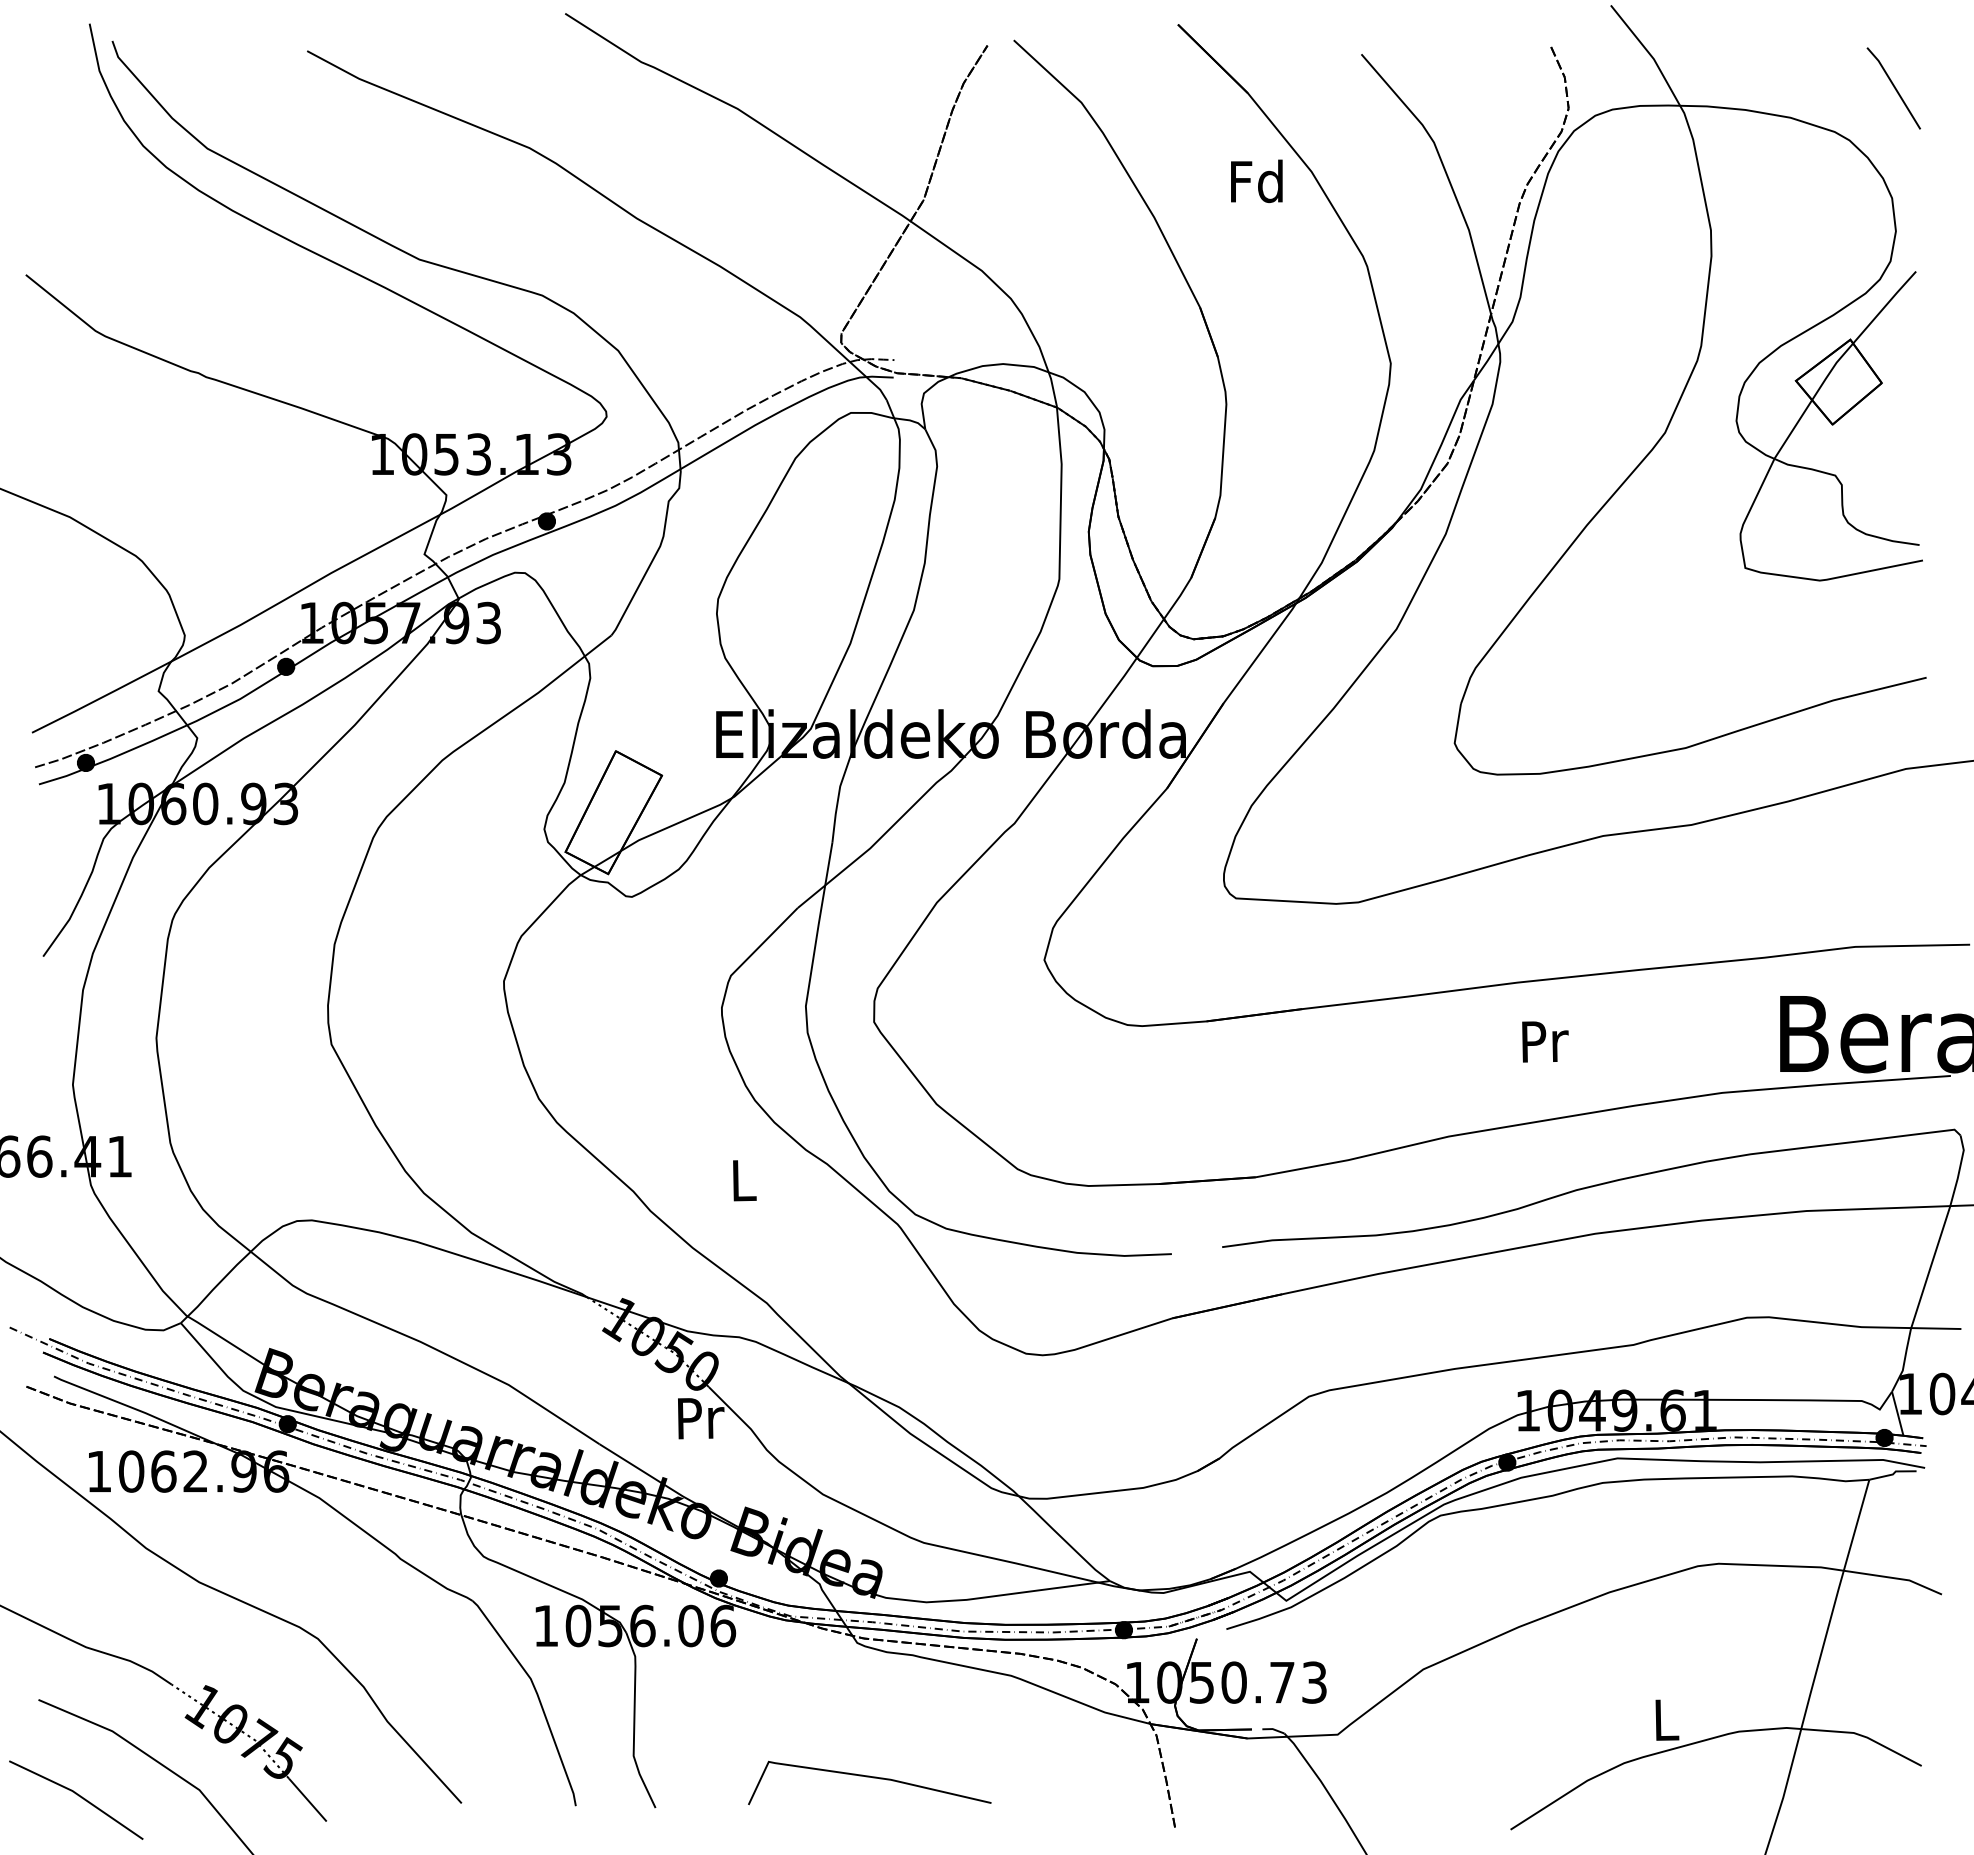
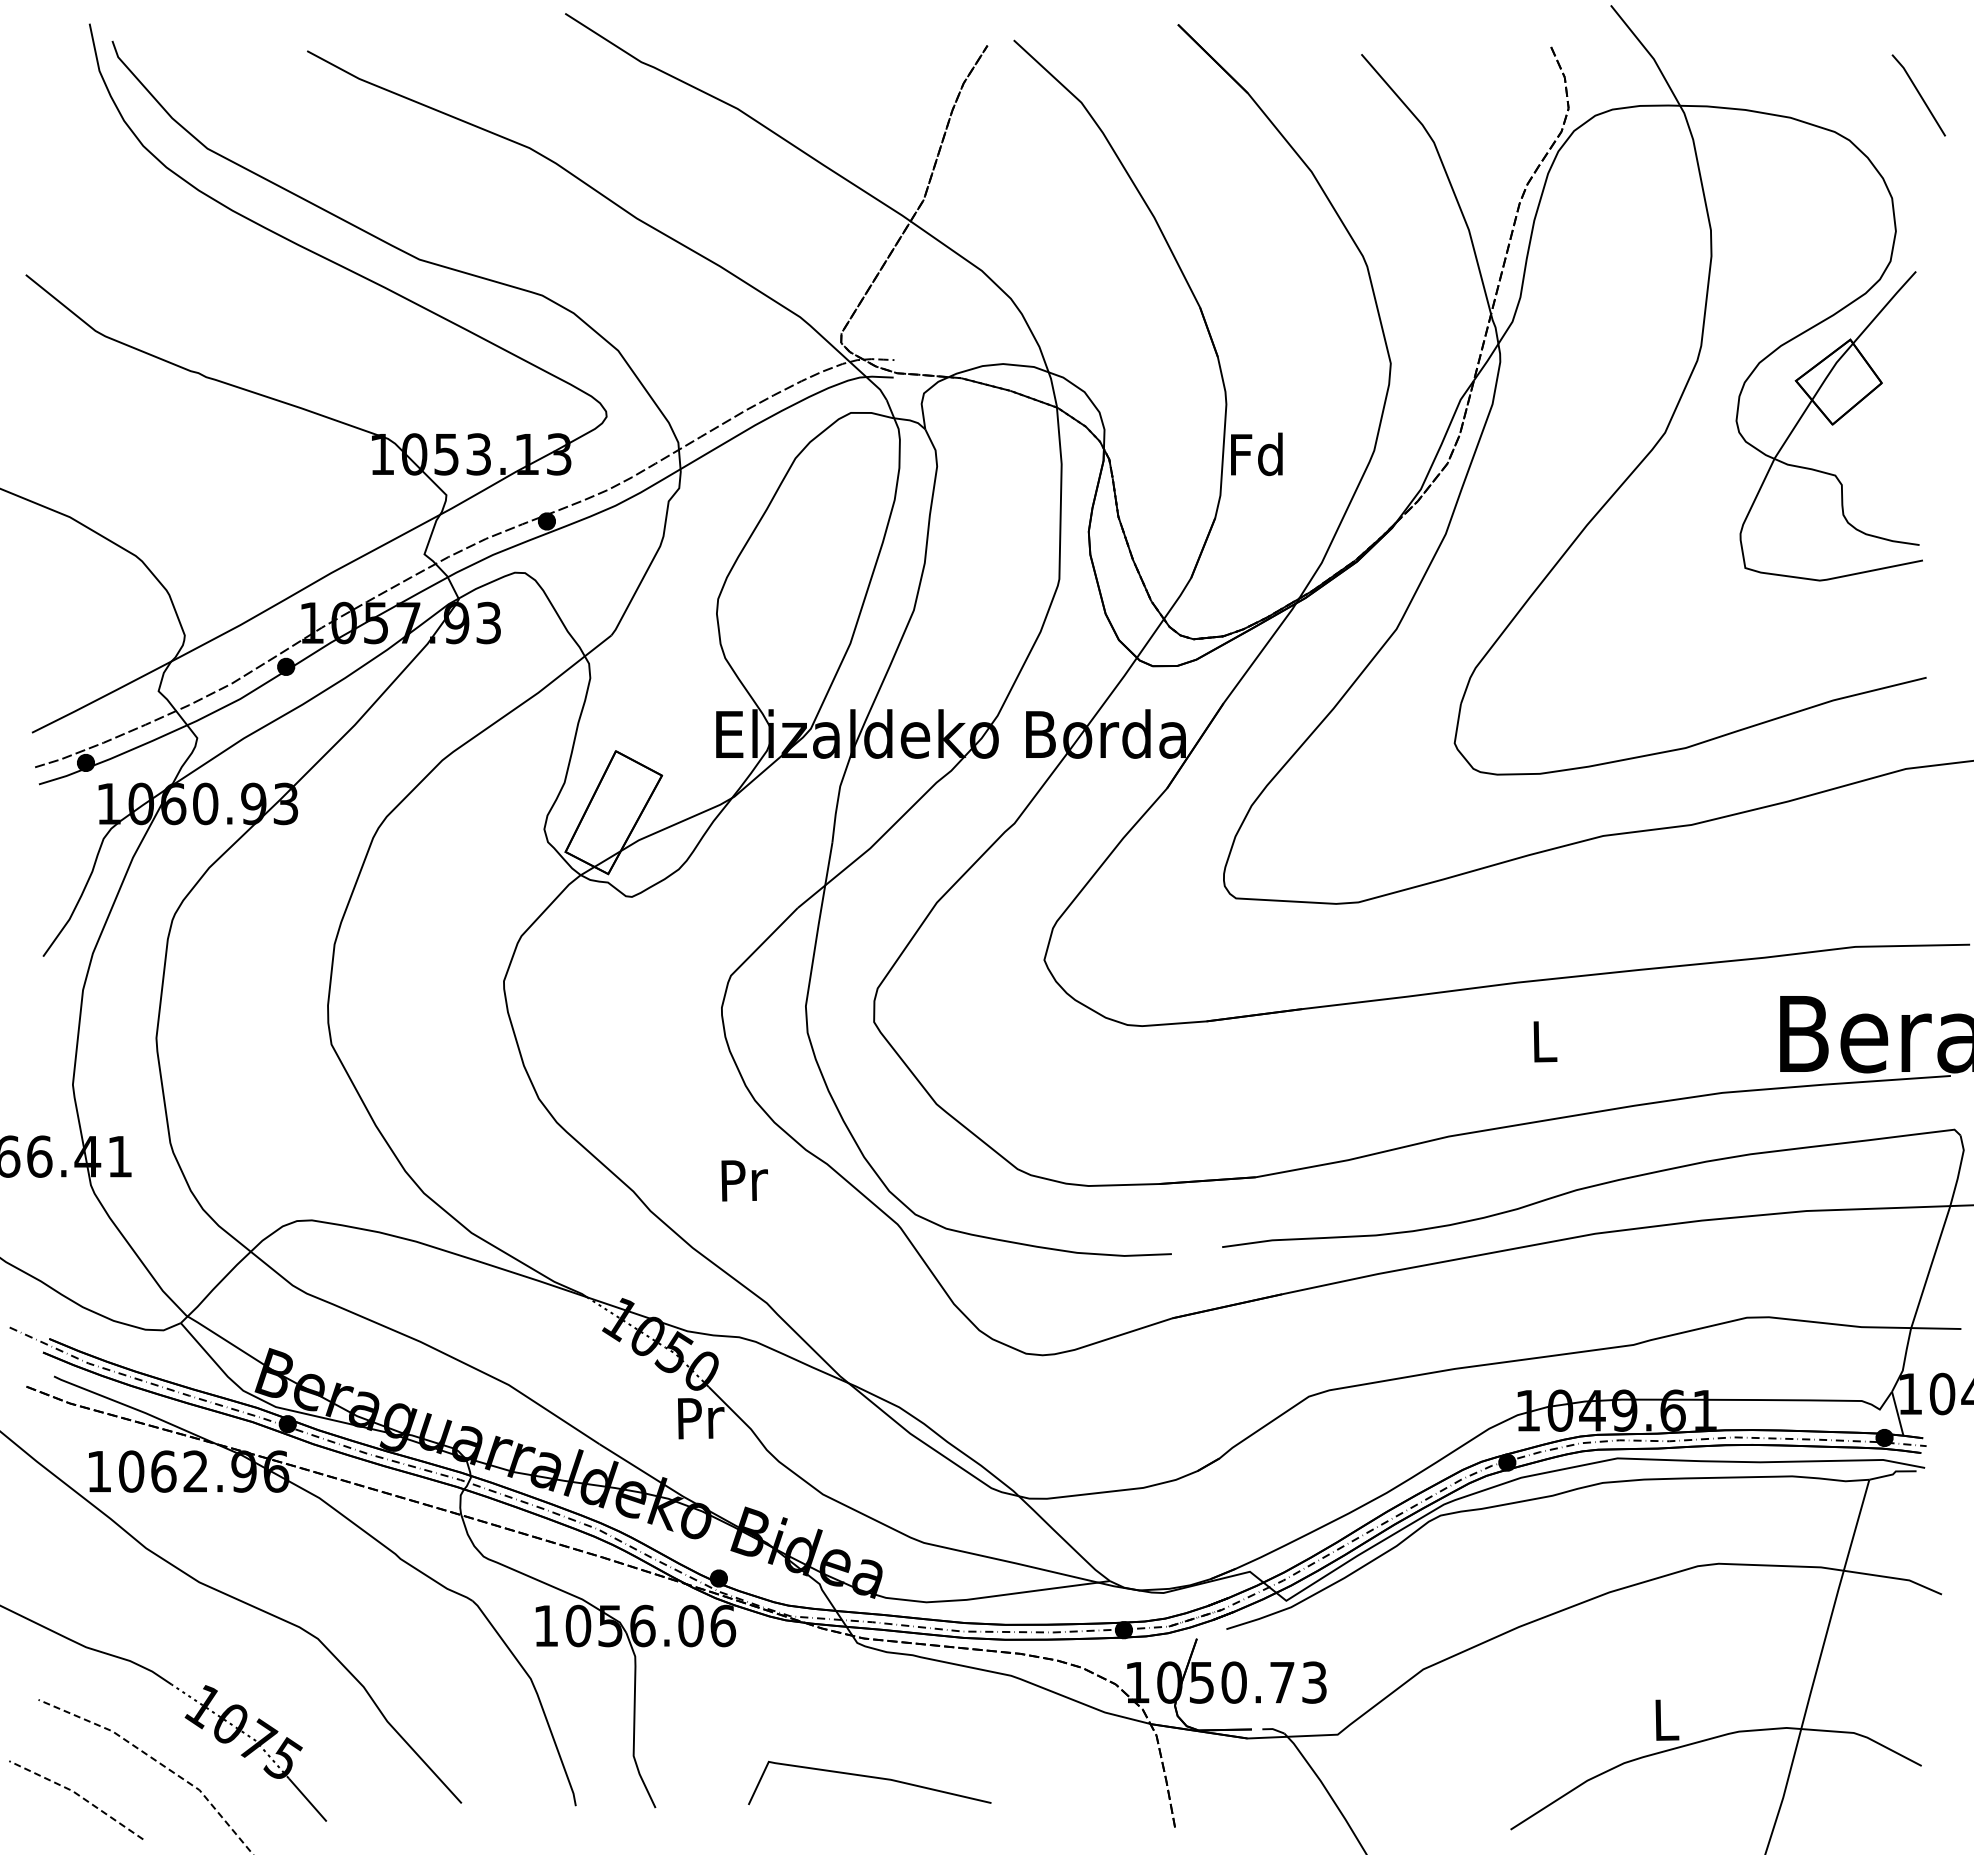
line at (1893, 87) position: (1893, 87) -> (1918, 94)
text at (1256, 181) position: (1256, 181) -> (1256, 454)
text at (1545, 1041): Pr -> L
text at (744, 1180): L -> Pr
line at (156, 1761): solid -> dashed
line at (78, 1794): solid -> dashed
